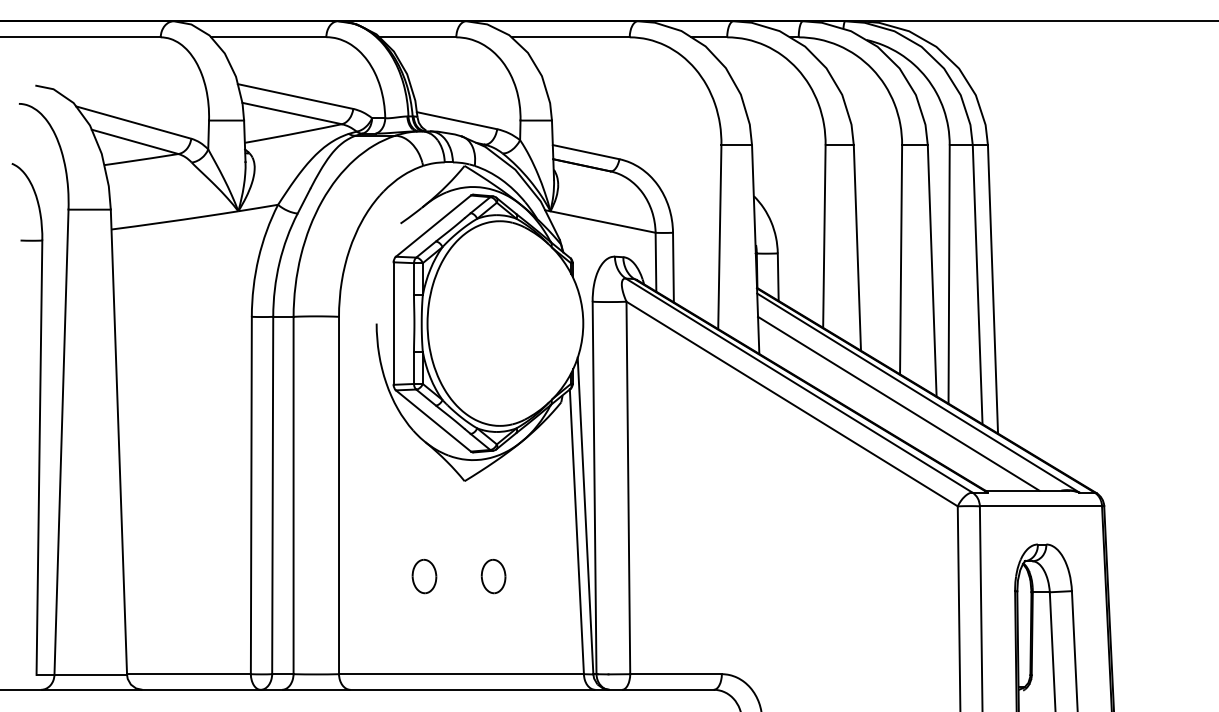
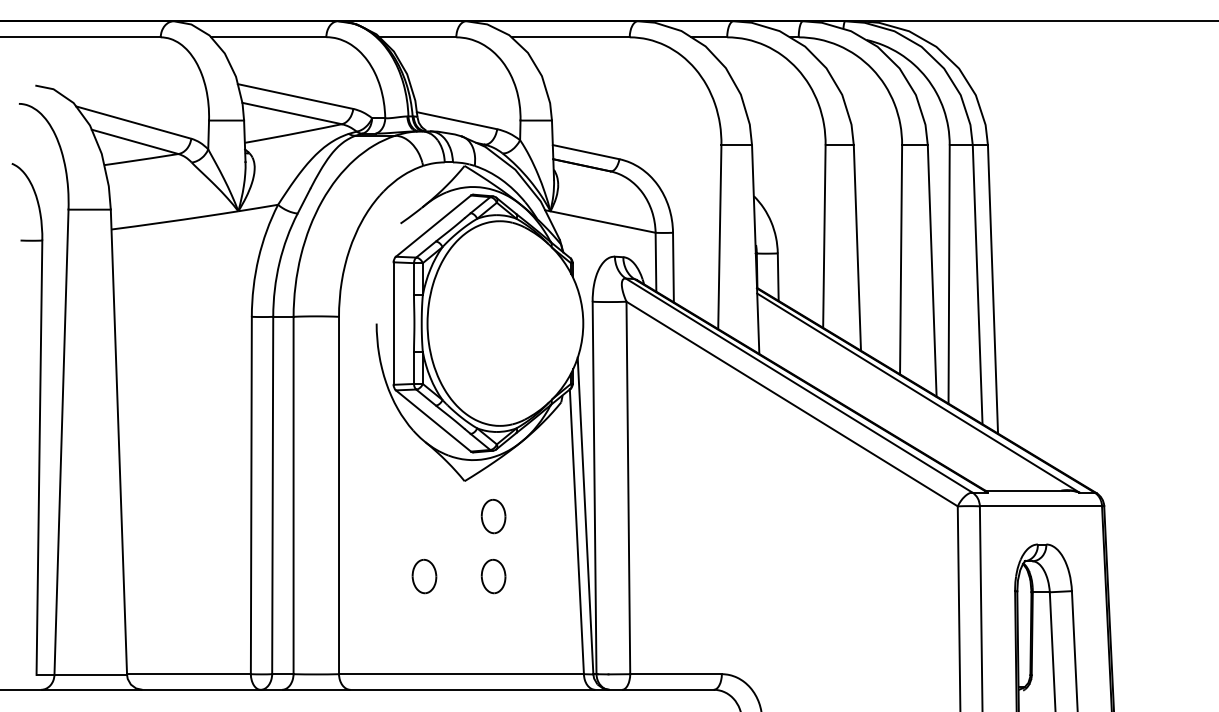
line at (898, 403): present -> none
part at (493, 516): none -> present
